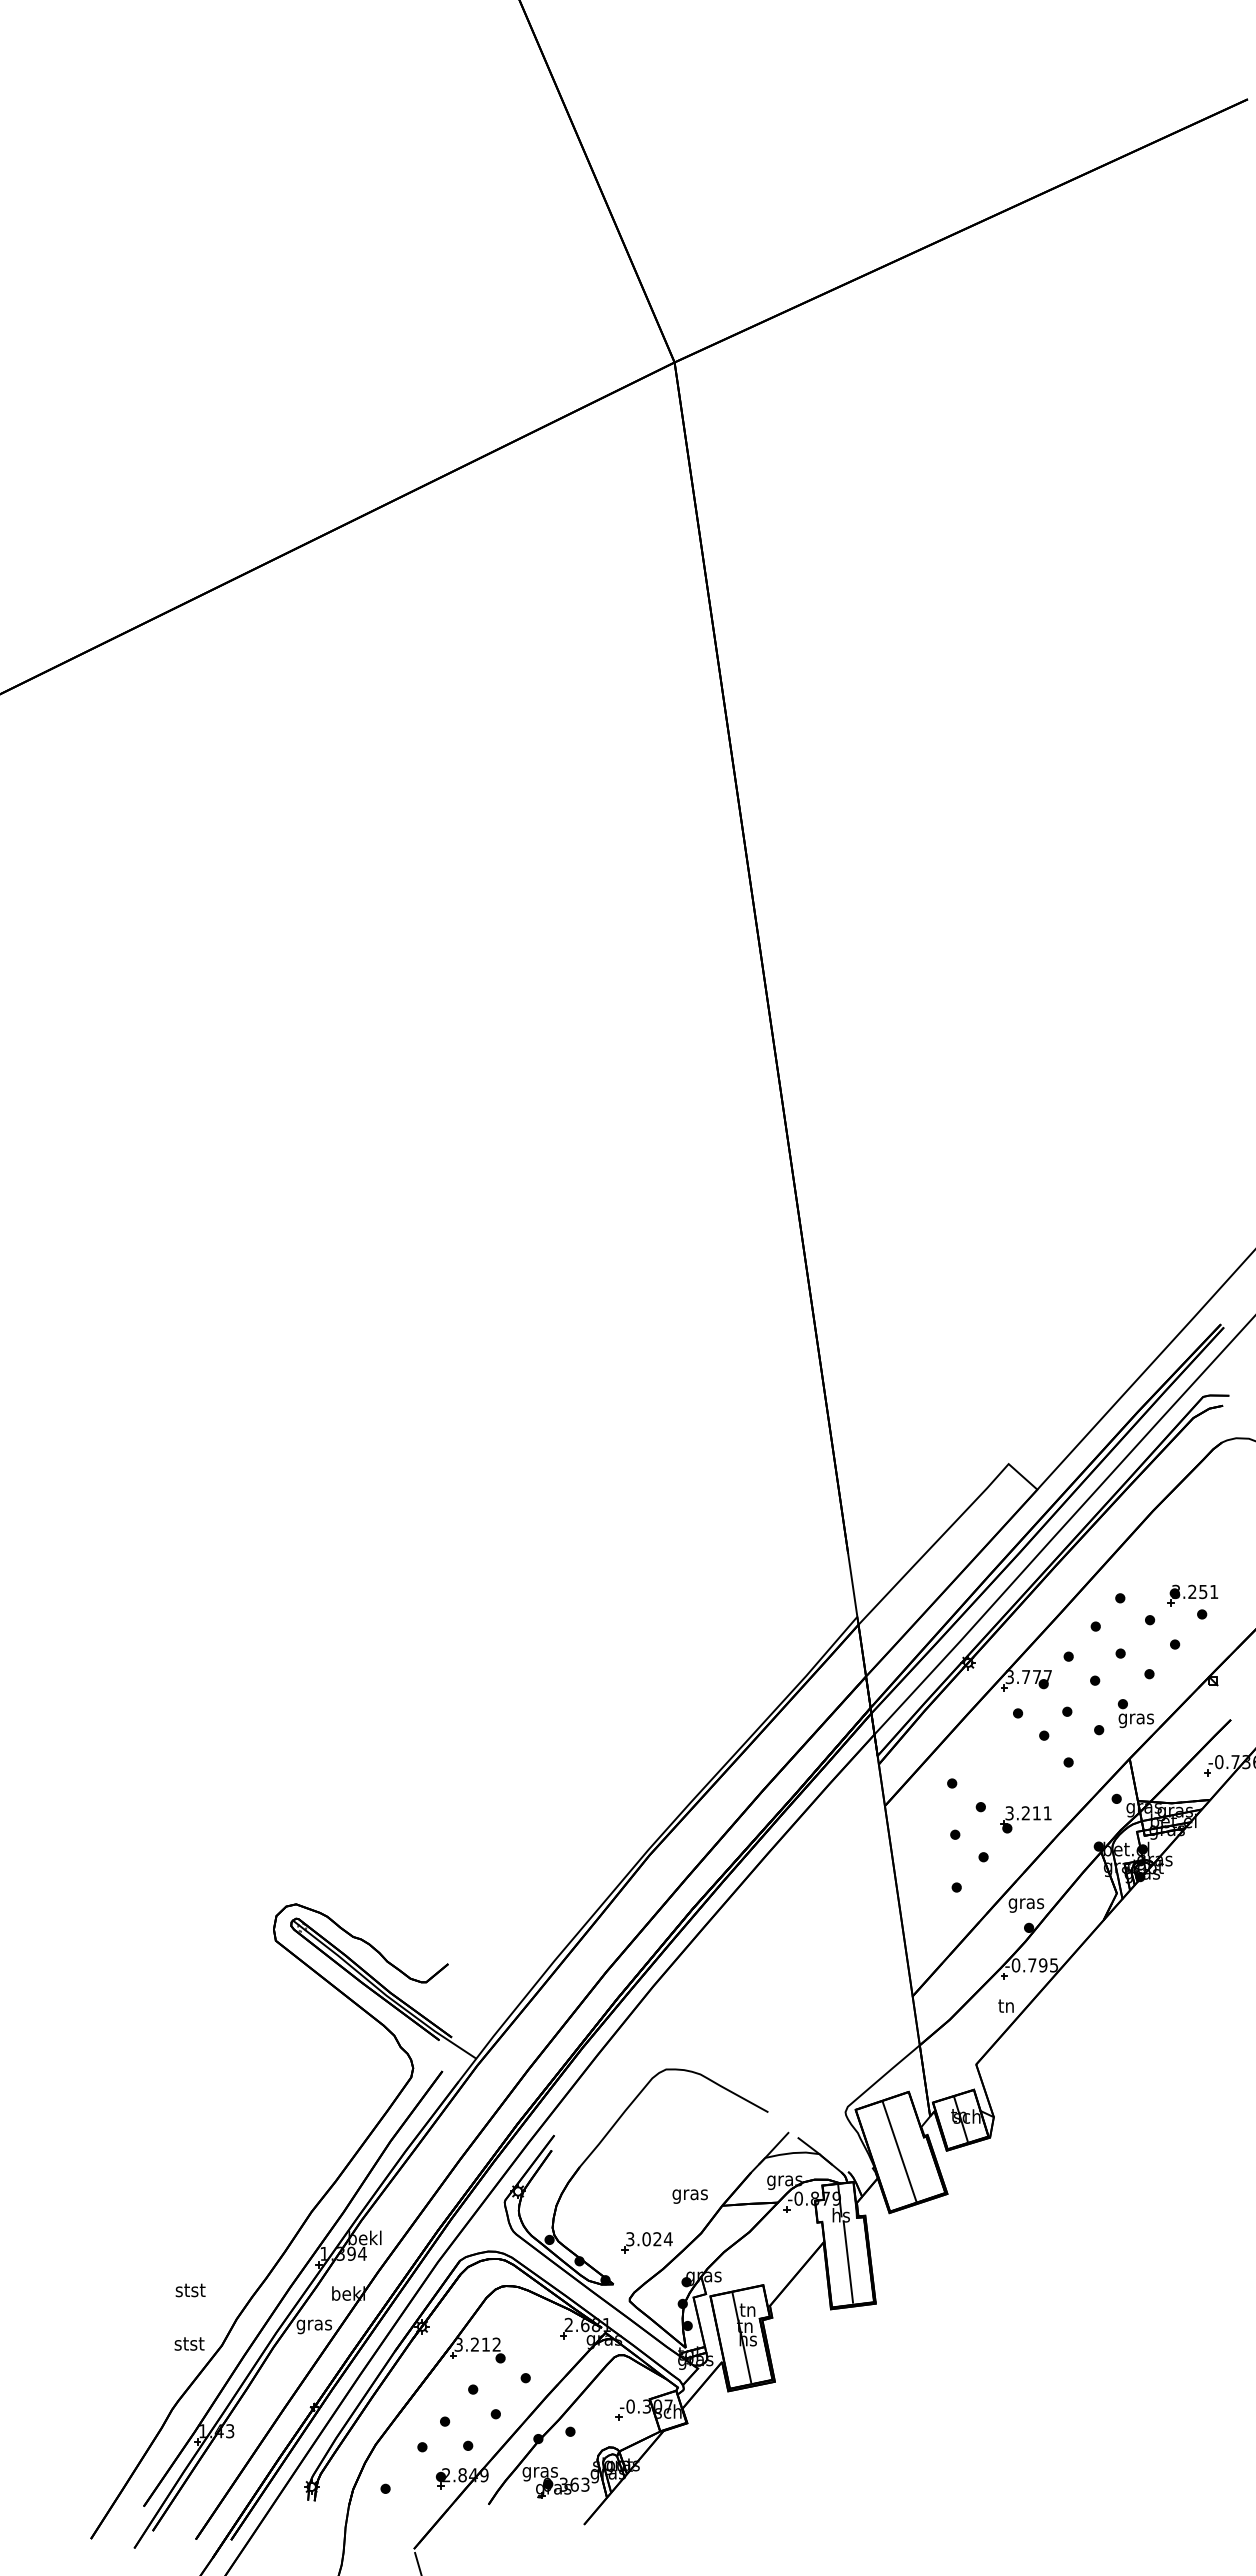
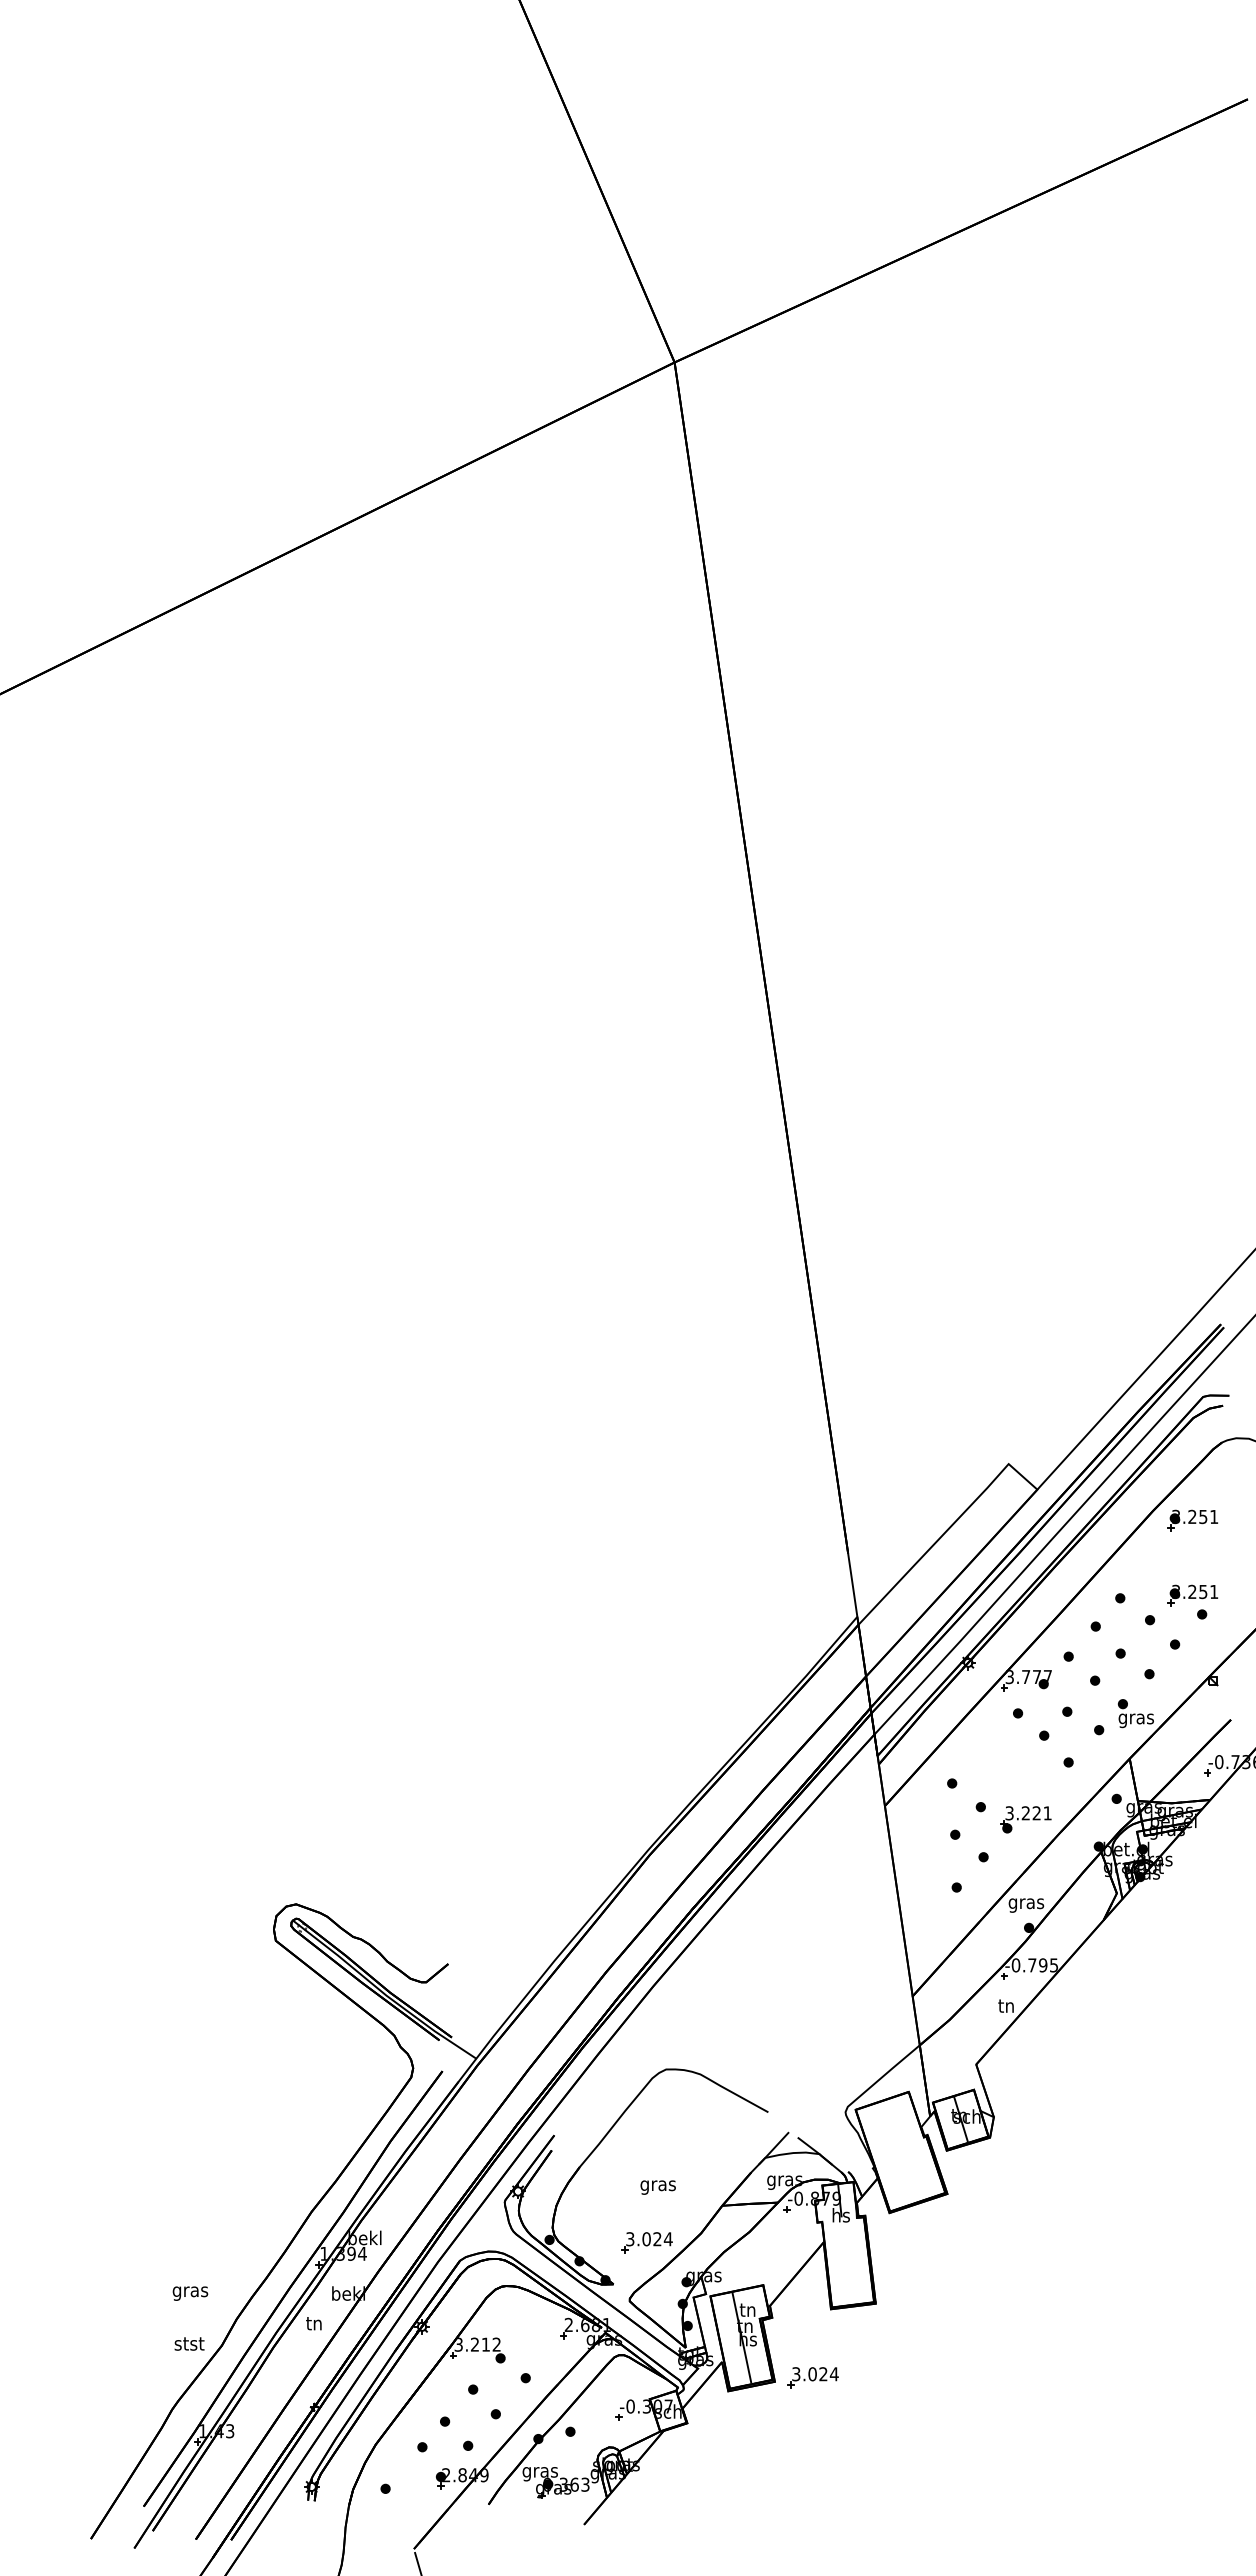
part at (1192, 1520): none -> present
text at (1036, 1813): 3.211 -> 3.221
line at (899, 2151): present -> none
text at (689, 2196) position: (689, 2196) -> (657, 2187)
line at (848, 2261): present -> none
text at (190, 2291): stst -> gras
text at (314, 2325): gras -> tn
part at (812, 2377): none -> present
